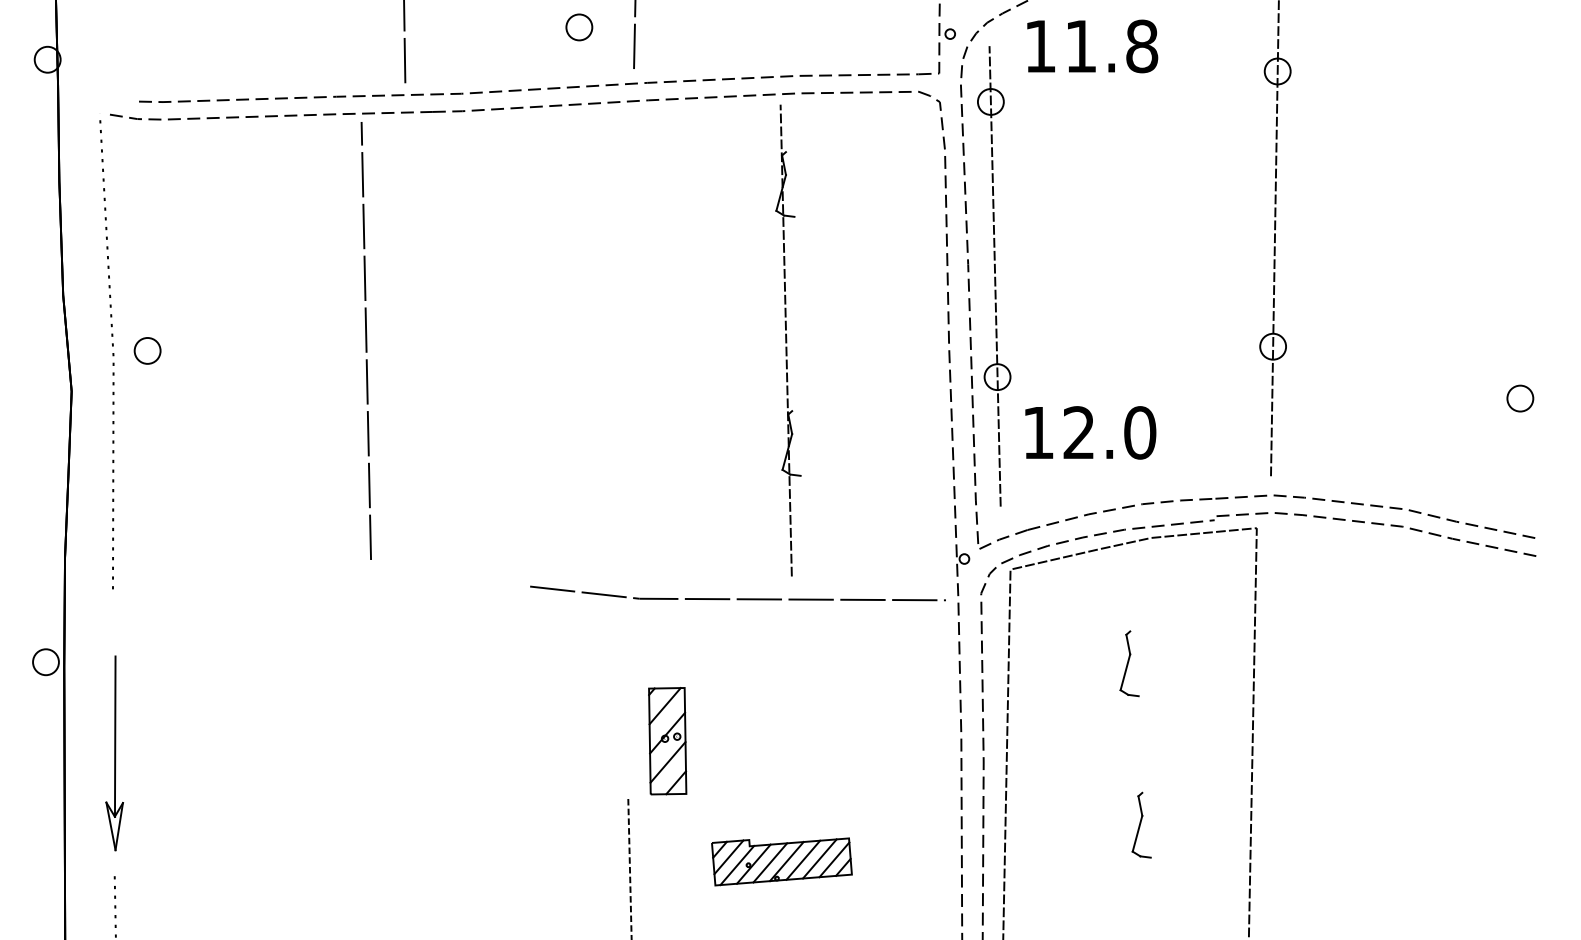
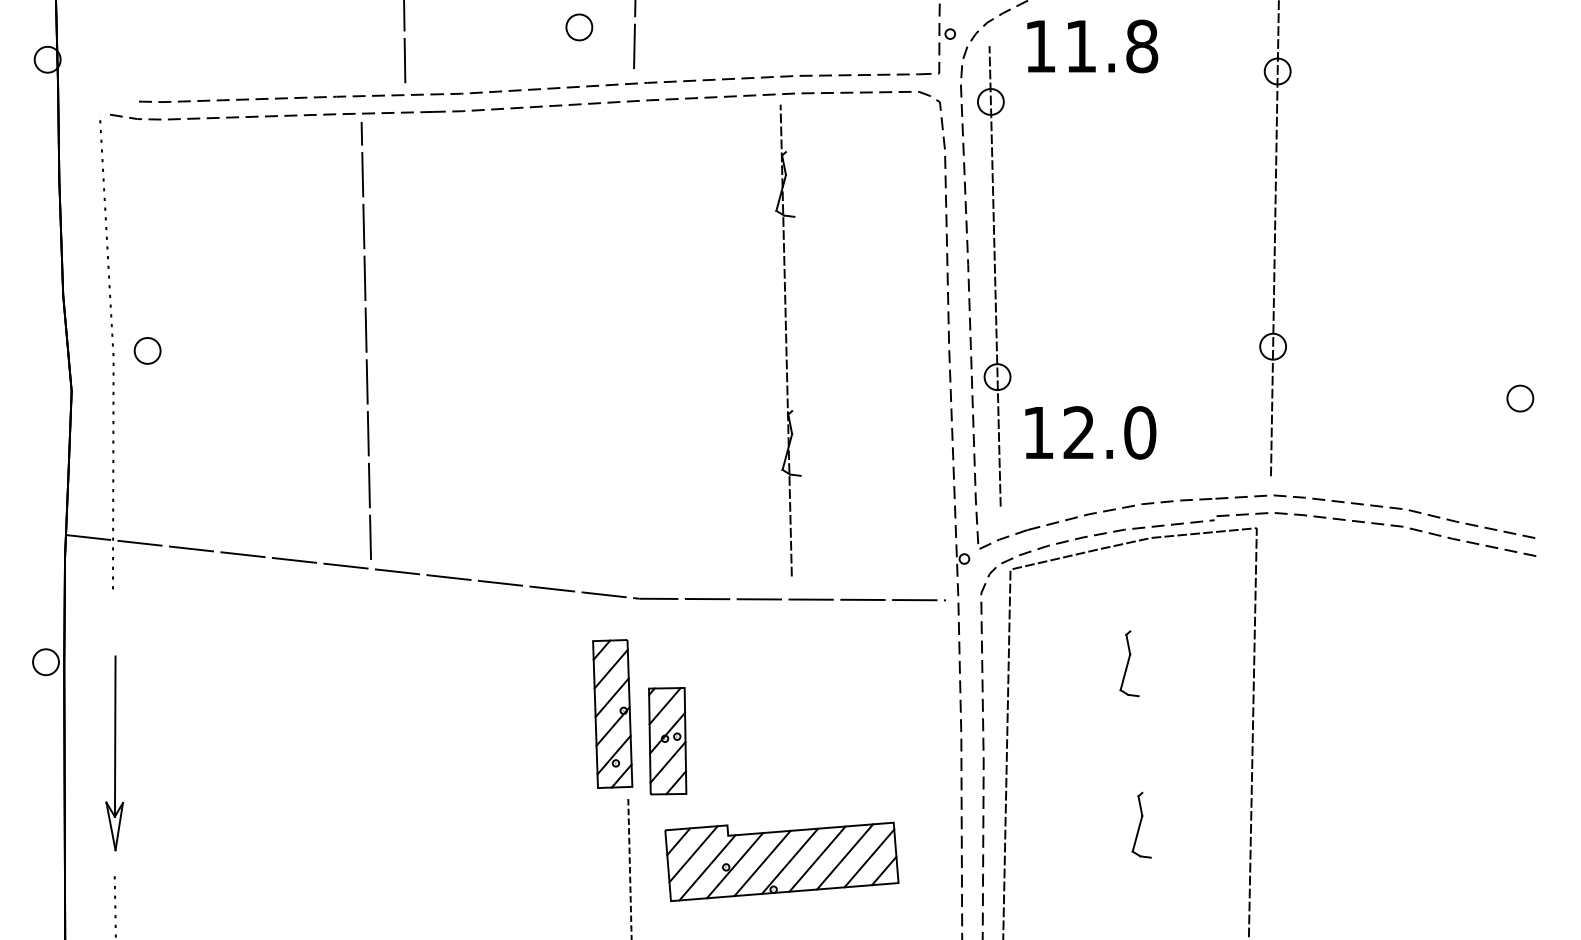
line at (297, 560): none -> present
part at (612, 713): none -> present
part at (781, 861) size: 142x50 px -> 236x82 px
